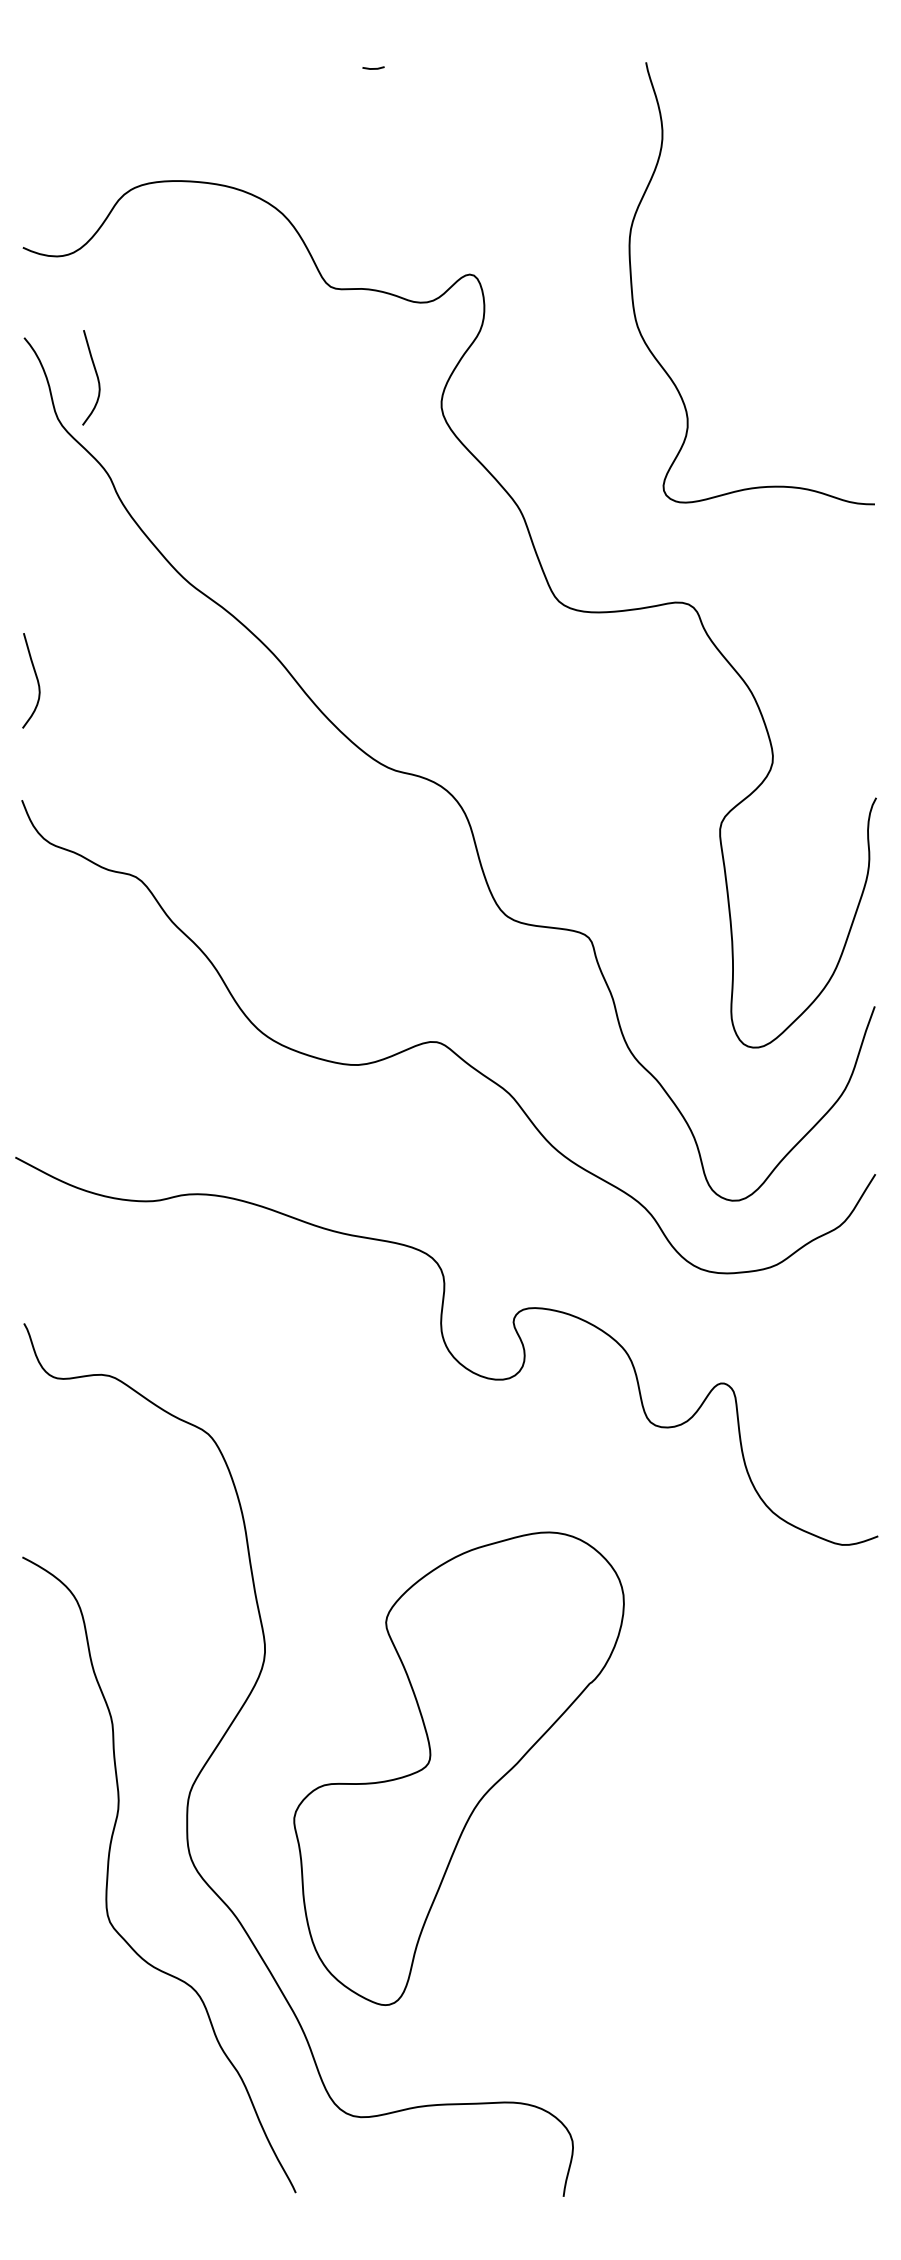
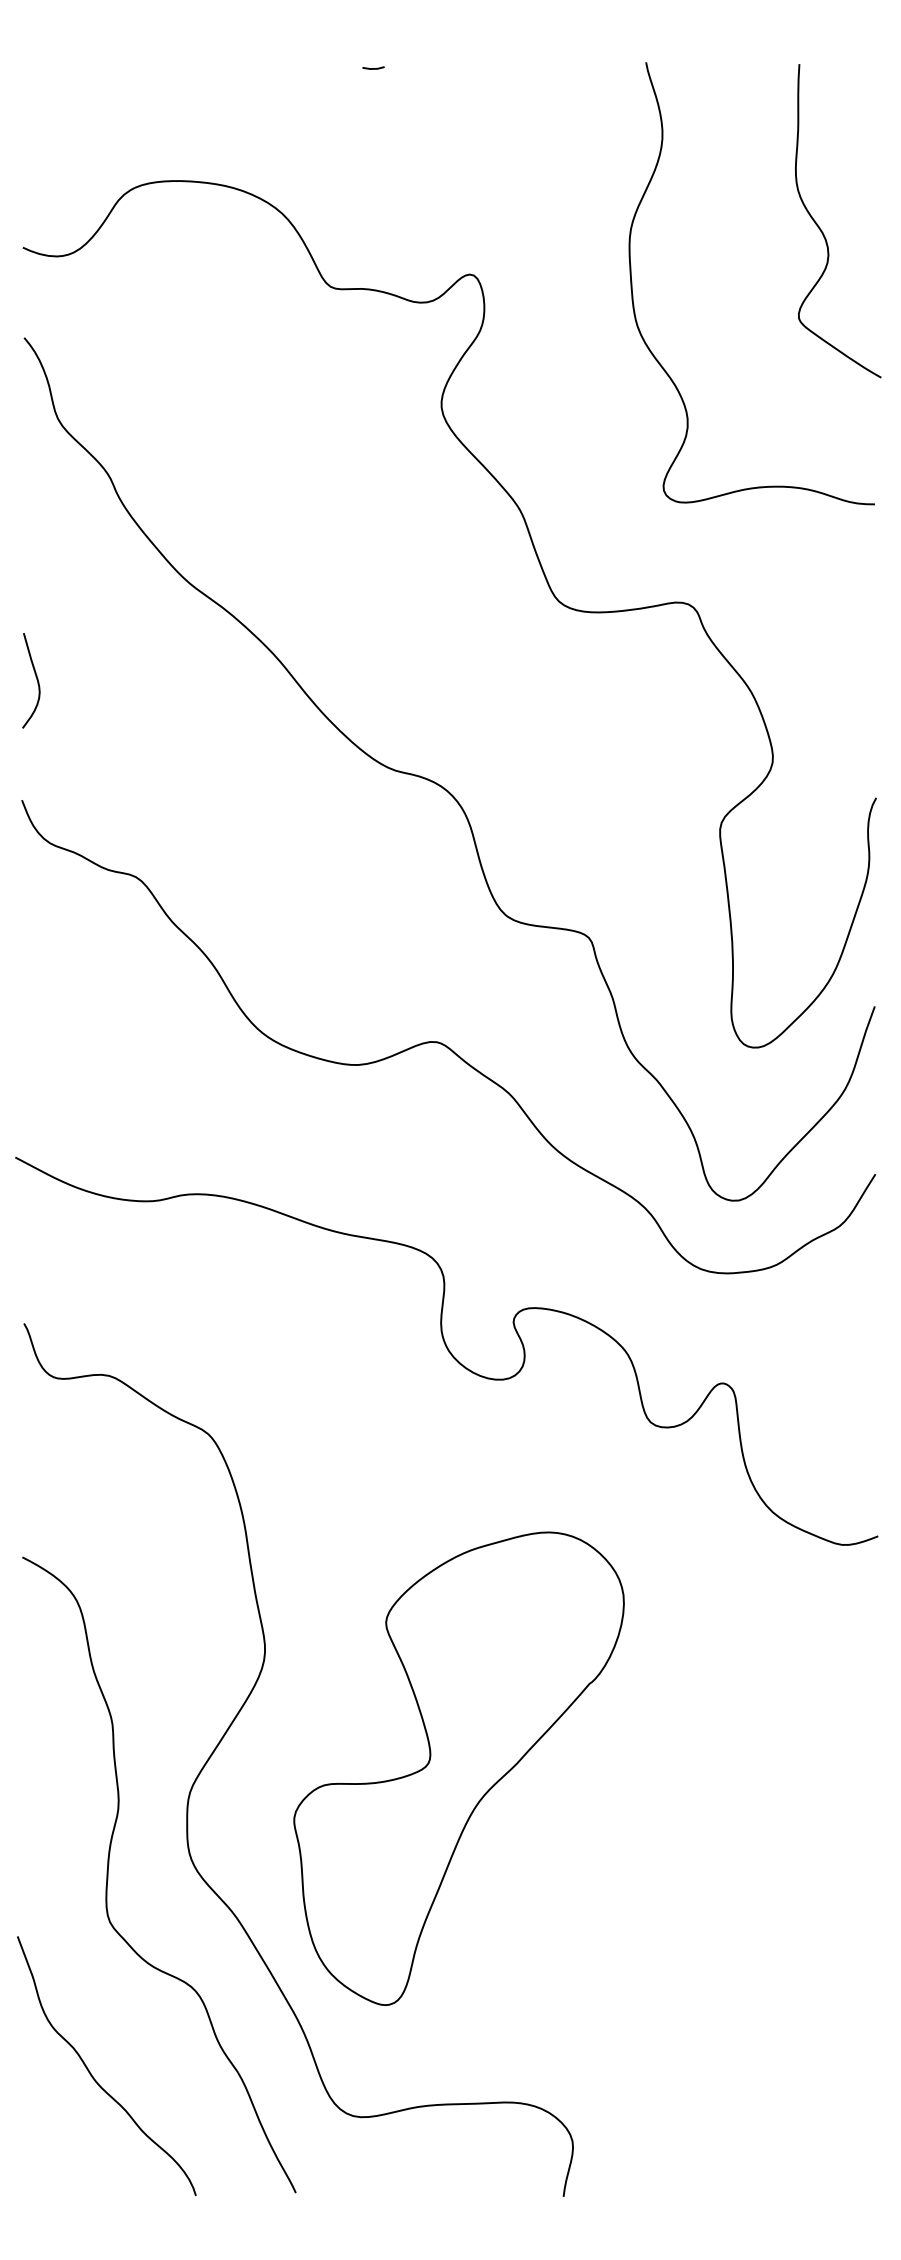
curve at (822, 230): none -> present
curve at (96, 377): present -> none
curve at (94, 2077): none -> present
